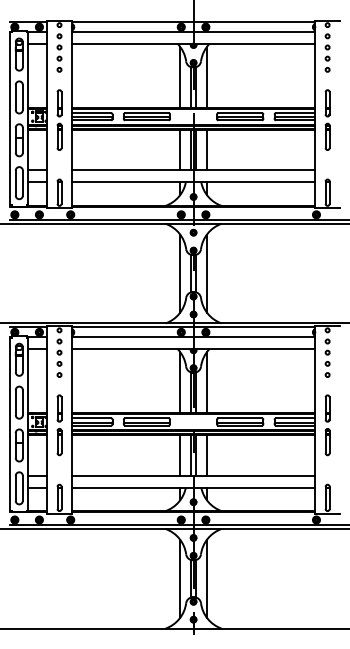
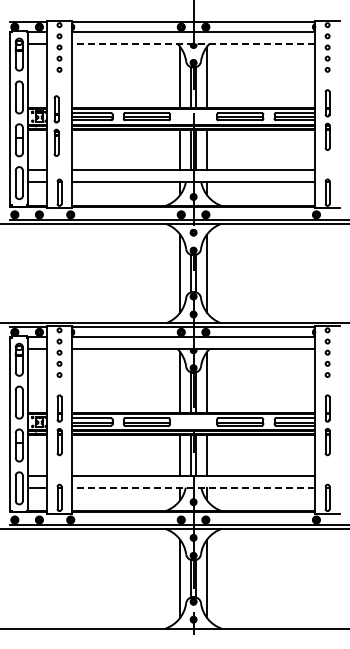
line at (193, 43): solid -> dashed
part at (59, 119) position: (59, 119) -> (56, 125)
line at (193, 487): solid -> dashed
